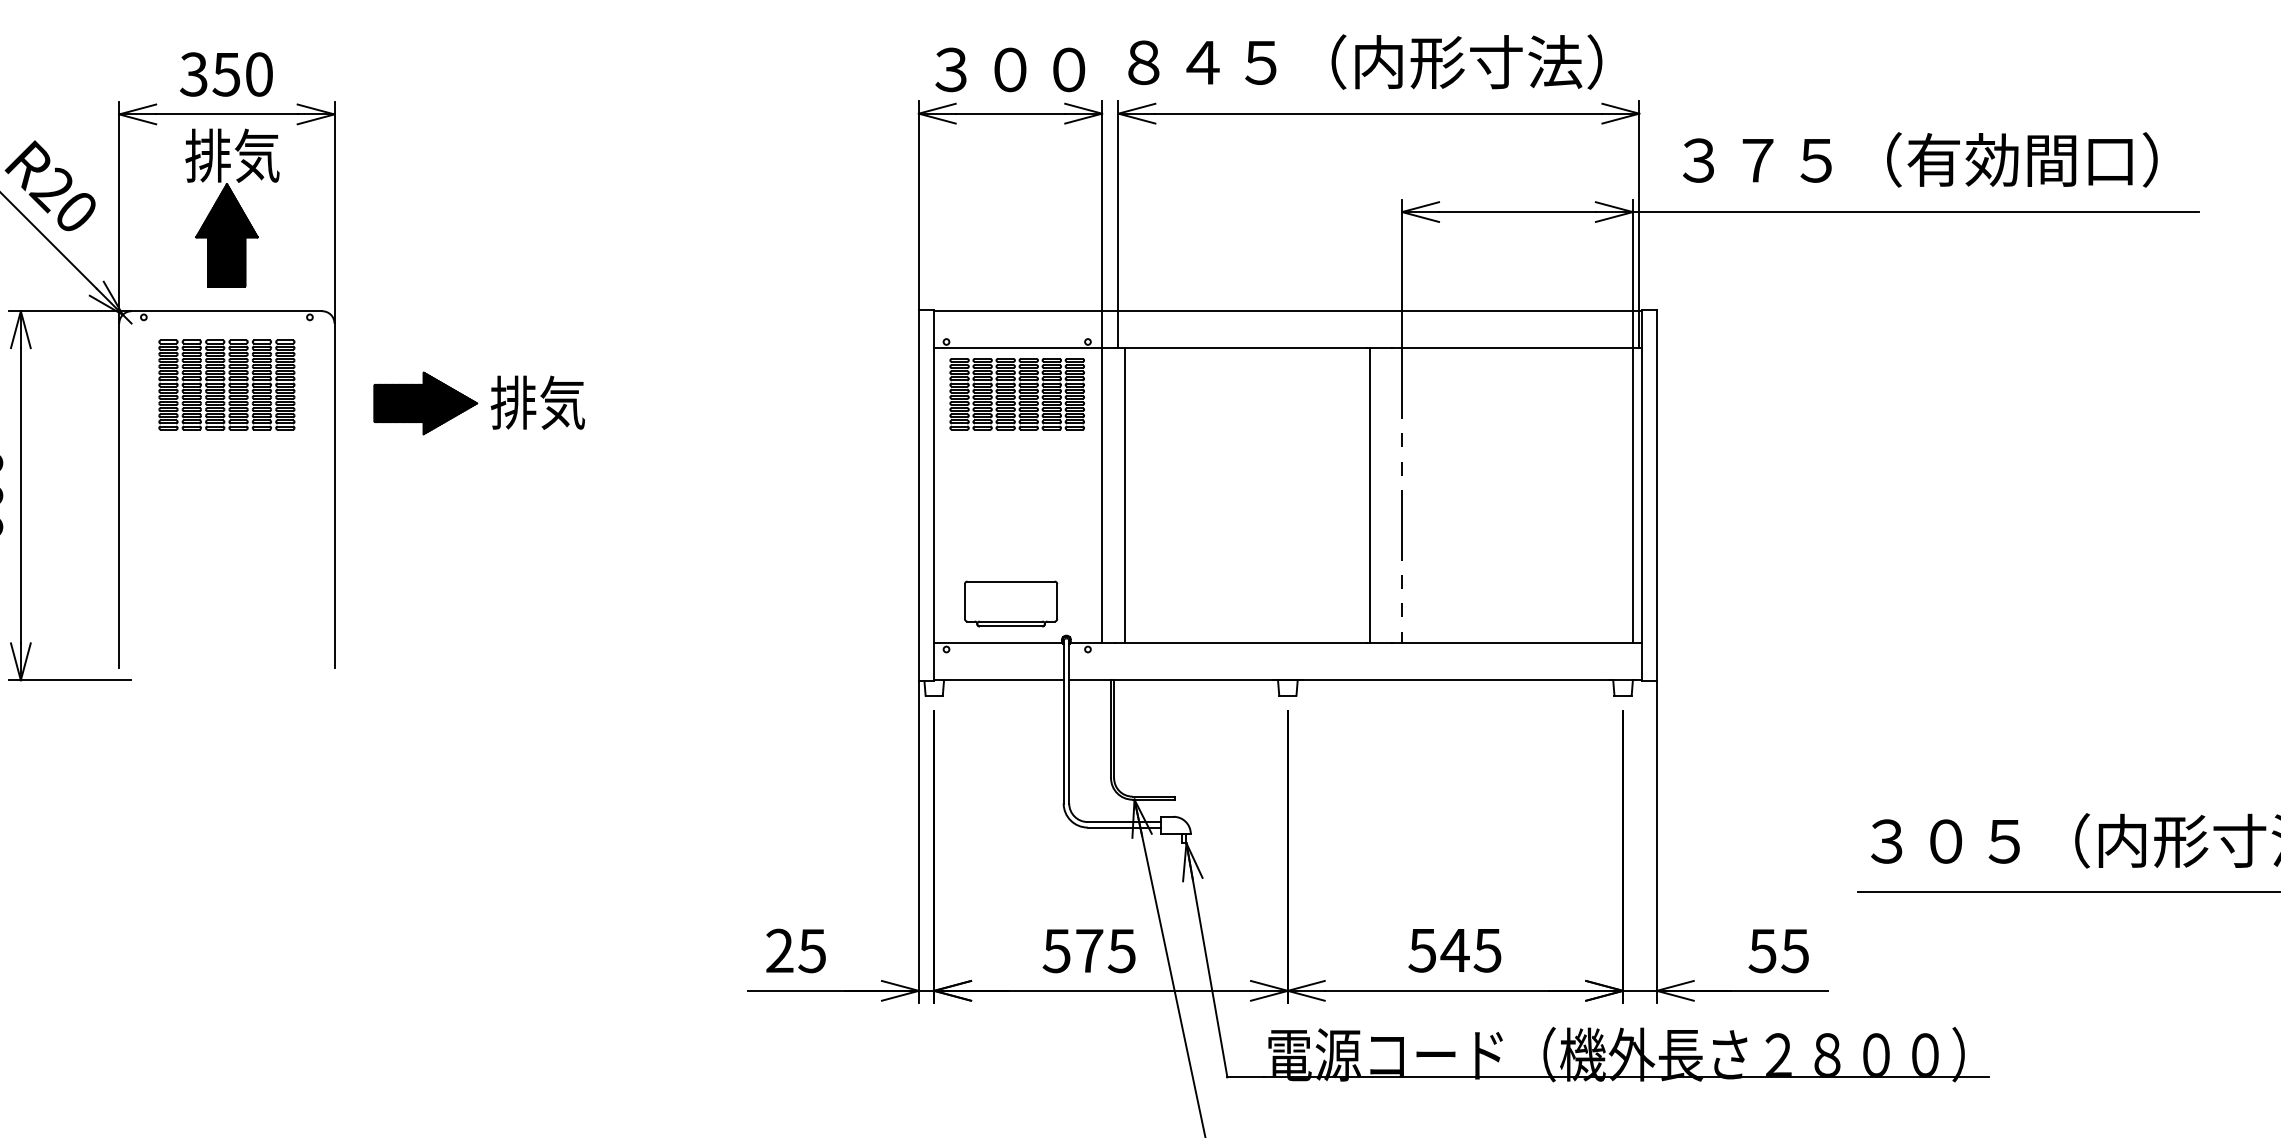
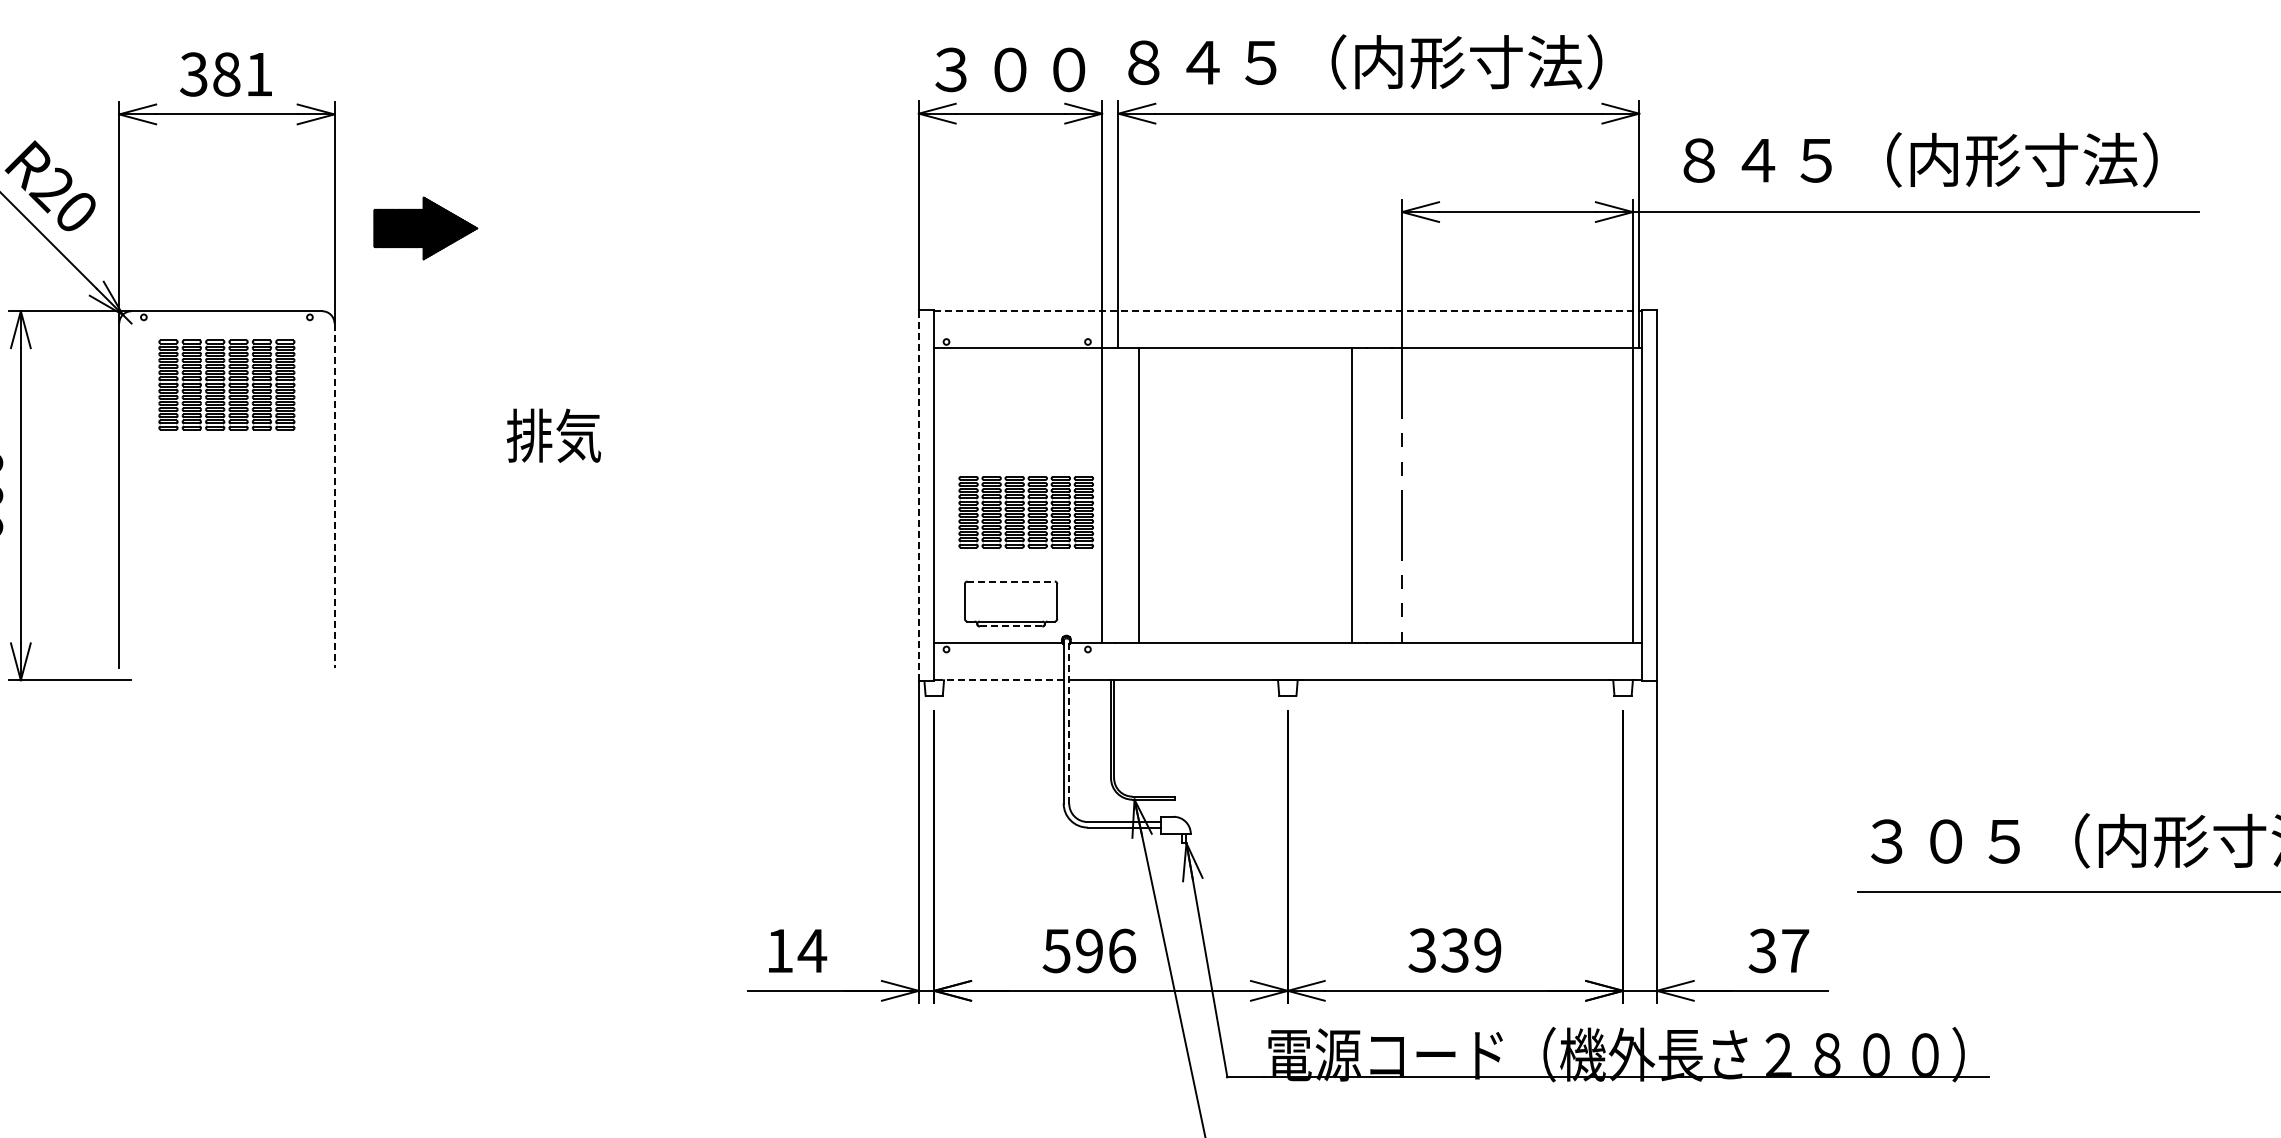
text at (242, 74): 350 -> 381
text at (1910, 159): ３７５（有効間口） -> ８４５（内形寸法）
part at (232, 207): present -> none
line at (1288, 311): solid -> dashed
part at (1016, 394) position: (1016, 394) -> (1025, 512)
text at (537, 402) position: (537, 402) -> (553, 435)
part at (425, 403) position: (425, 403) -> (425, 228)
line at (918, 495): solid -> dashed
line at (1125, 495) position: (1125, 495) -> (1139, 495)
line at (1369, 495) position: (1369, 495) -> (1351, 495)
line at (334, 496): solid -> dashed
line at (1011, 581): solid -> dashed
line at (1010, 626): solid -> dashed
line at (998, 680): solid -> dashed
line at (1069, 721): solid -> dashed
text at (796, 950): 25 -> 14
text at (1106, 950): 575 -> 596
text at (1454, 950): 545 -> 339
text at (1778, 950): 55 -> 37
